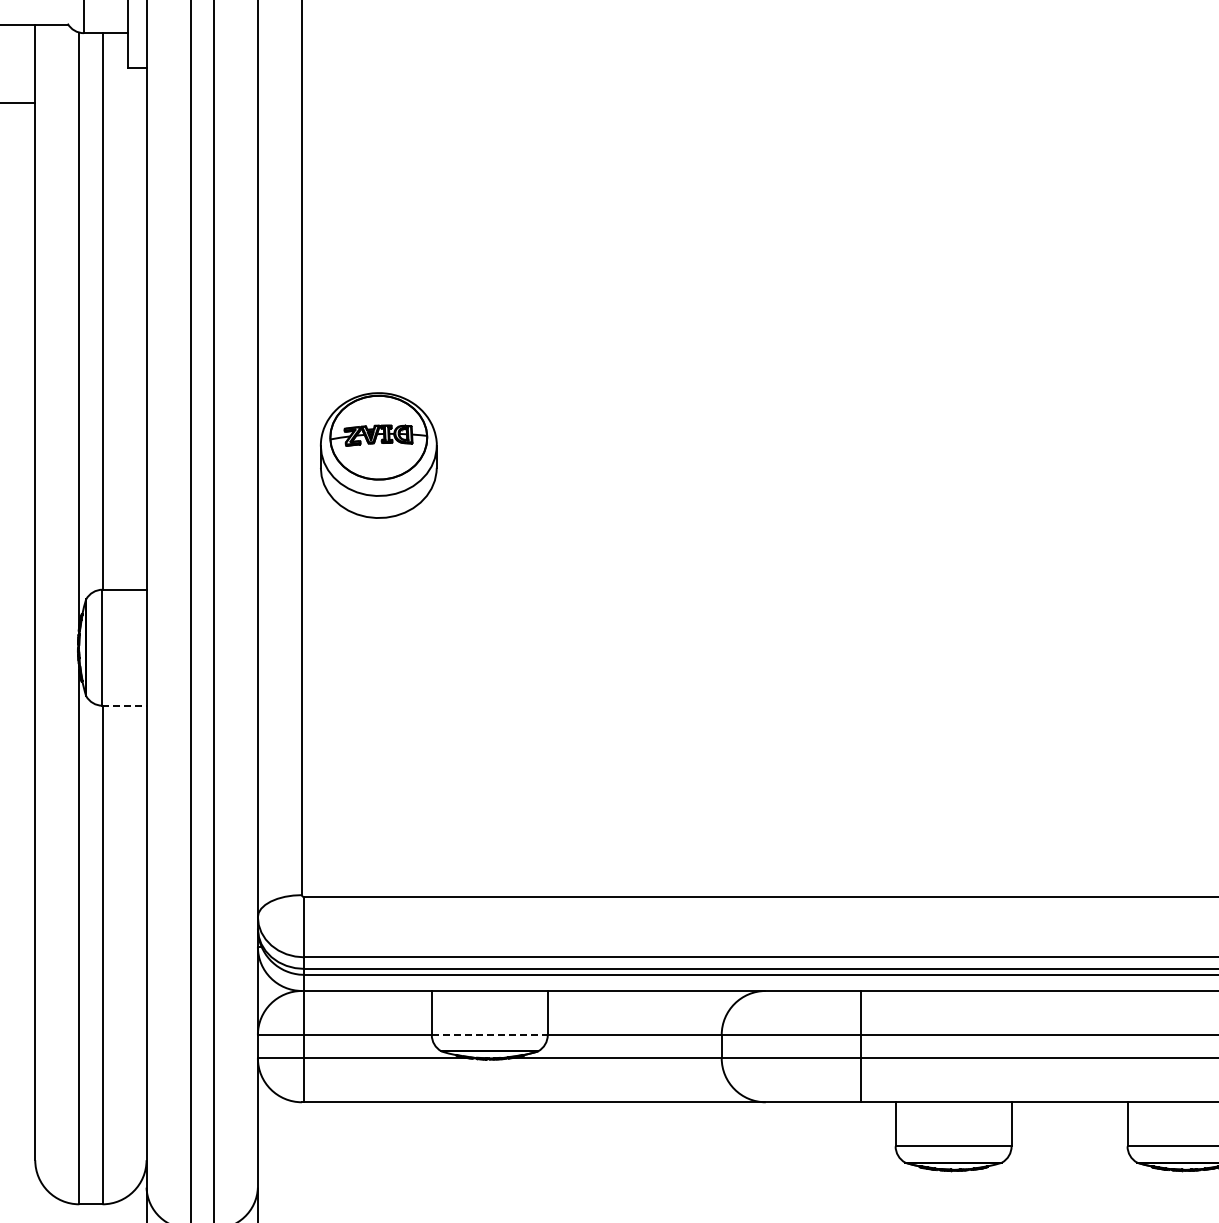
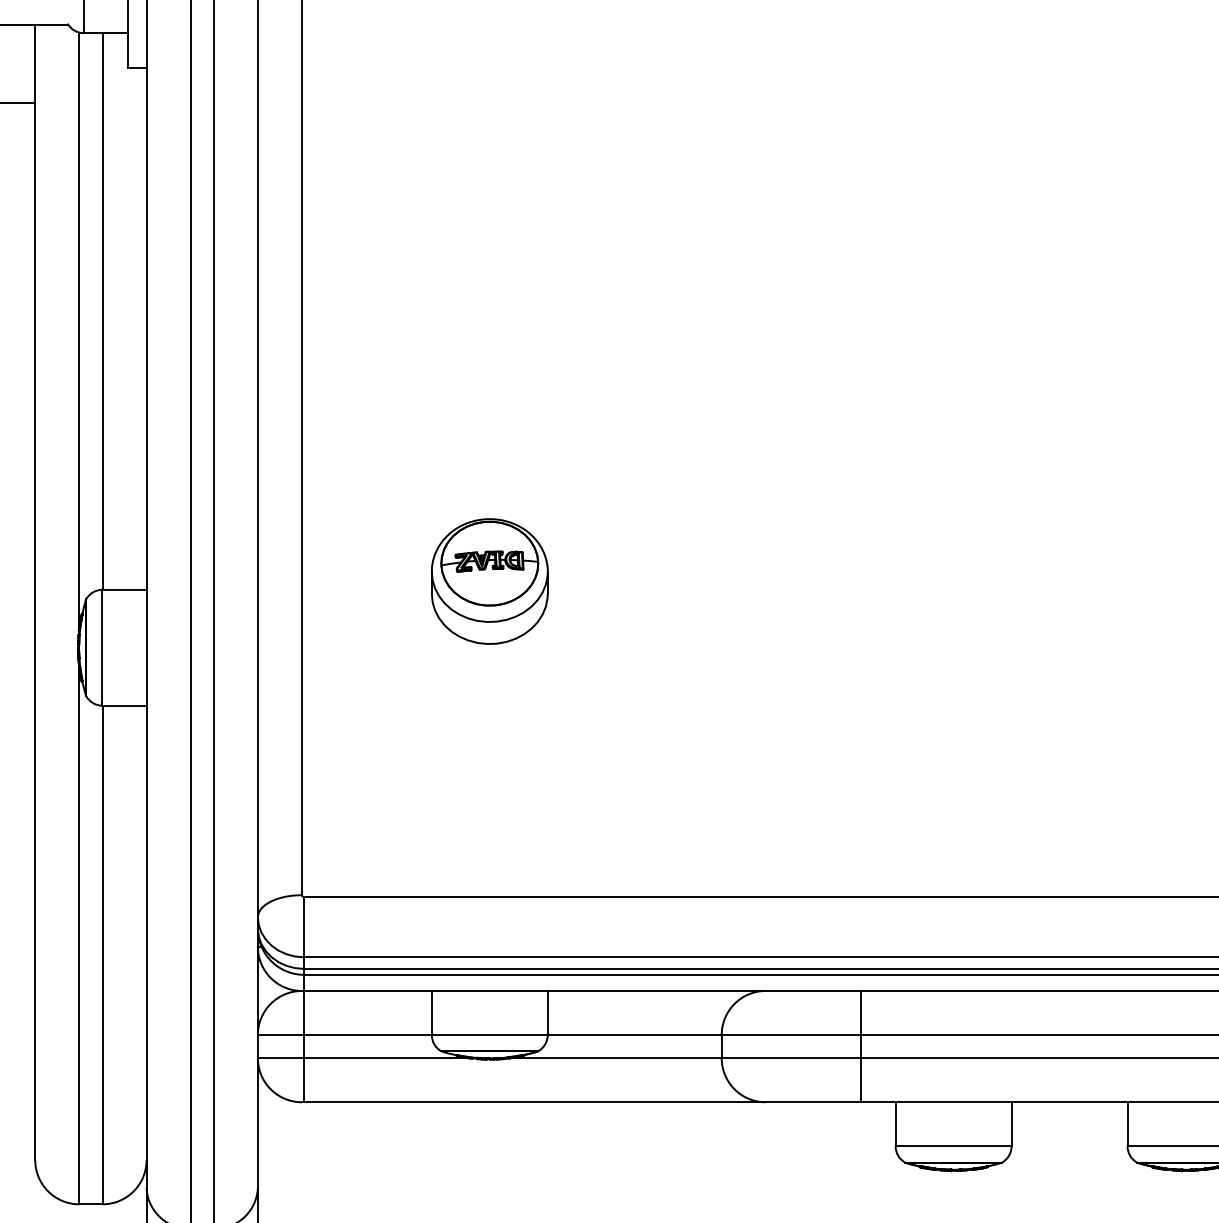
part at (378, 455) position: (378, 455) -> (489, 581)
line at (125, 705): dashed -> solid
line at (489, 1035): dashed -> solid
